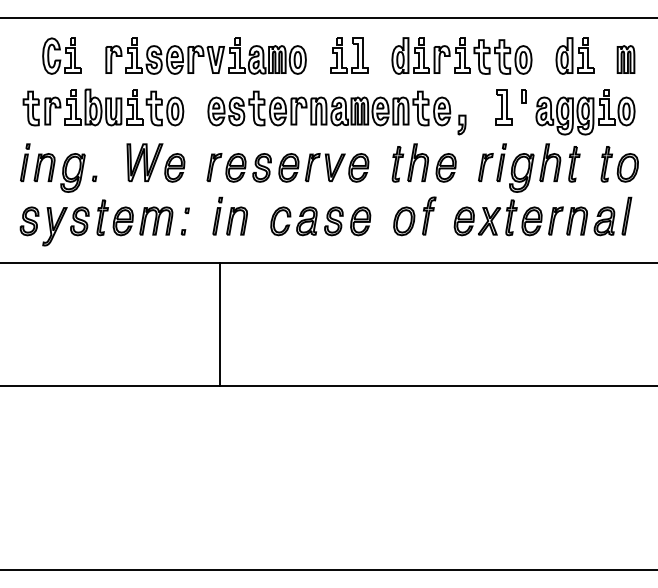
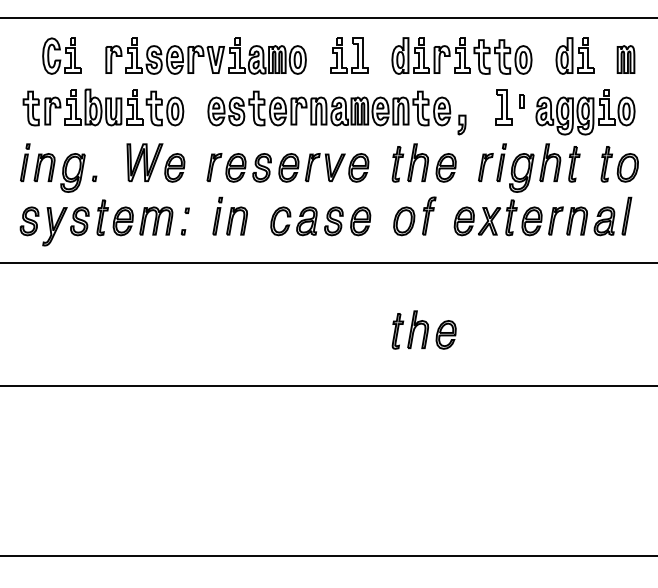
part at (523, 96) position: (523, 96) -> (521, 101)
line at (219, 324): present -> none
part at (423, 329): none -> present
line at (328, 570) position: (328, 570) -> (328, 556)
